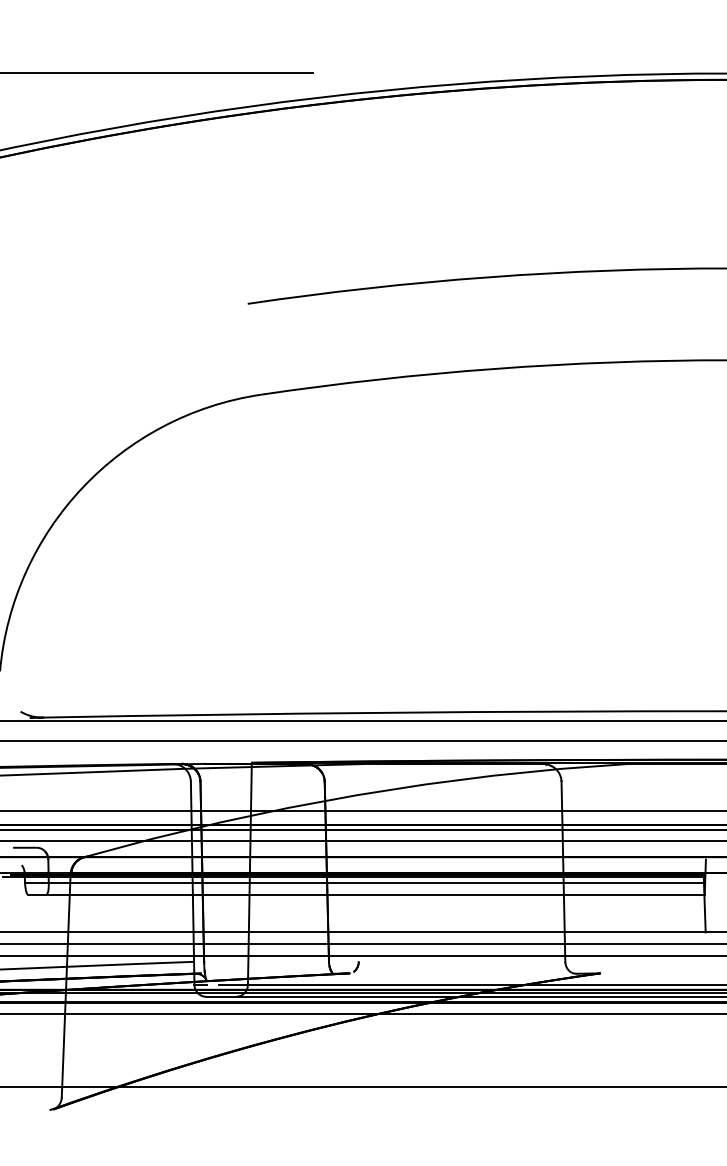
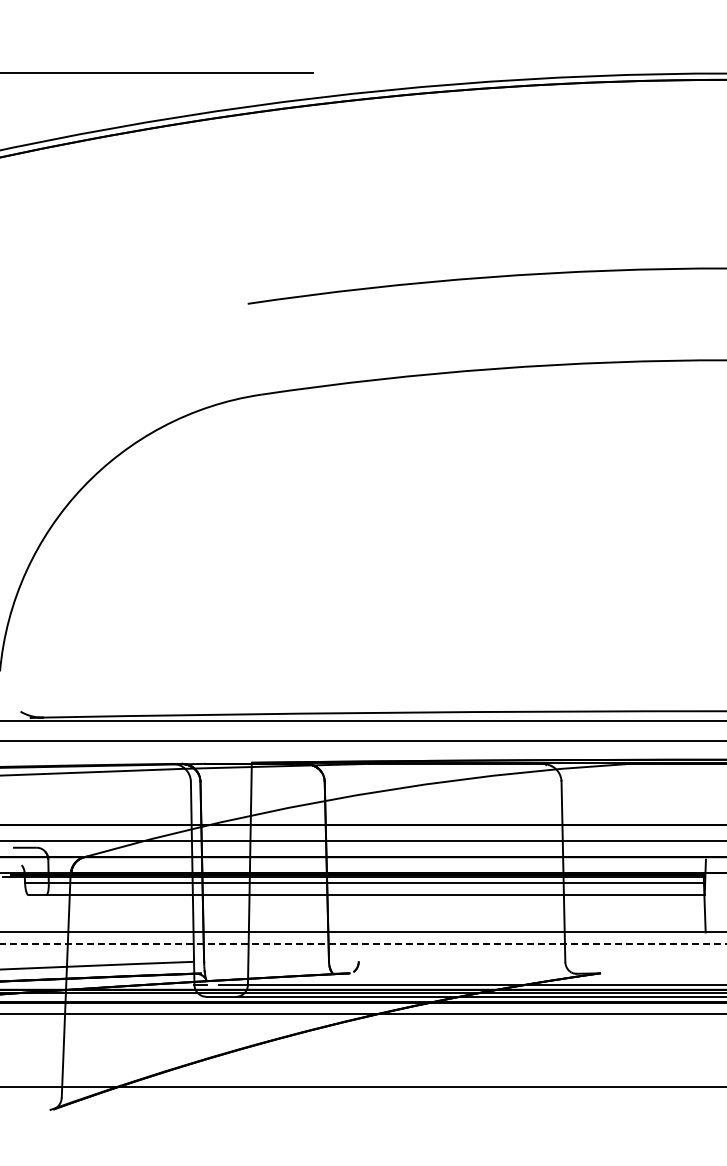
line at (362, 811): present -> none
line at (362, 829): present -> none
line at (363, 943): solid -> dashed
line at (362, 955): present -> none
